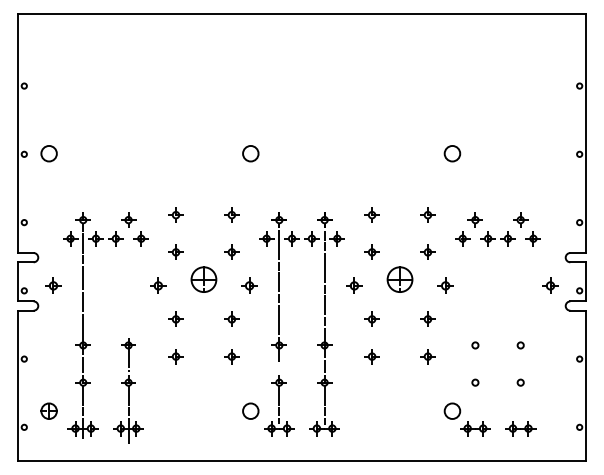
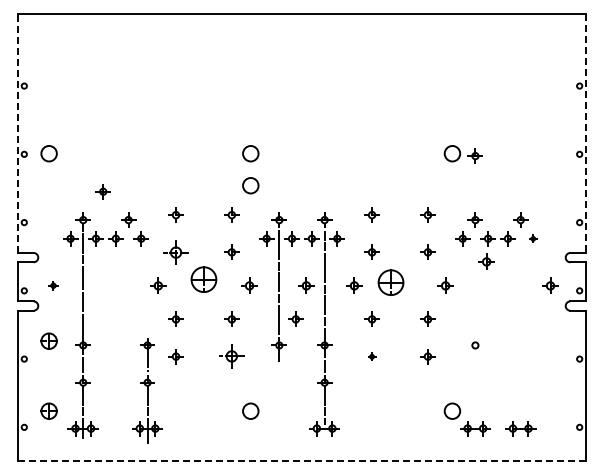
line at (18, 133): solid -> dashed
line at (585, 134): solid -> dashed
part at (474, 155): none -> present
circle at (250, 185): none -> present
part at (102, 191): none -> present
part at (532, 238) size: 16x16 px -> 9x9 px
part at (175, 251) size: 16x16 px -> 26x25 px
part at (486, 261): none -> present
part at (399, 279) position: (399, 279) -> (390, 282)
part at (53, 285) size: 17x17 px -> 11x10 px
part at (306, 285): none -> present
part at (295, 318): none -> present
part at (48, 340): none -> present
circle at (520, 345): present -> none
part at (231, 356) size: 16x16 px -> 26x25 px
part at (371, 356) size: 16x16 px -> 9x9 px
circle at (475, 382): present -> none
circle at (520, 382): present -> none
part at (128, 390) position: (128, 390) -> (147, 390)
part at (279, 405): present -> none
line at (302, 460): solid -> dashed
